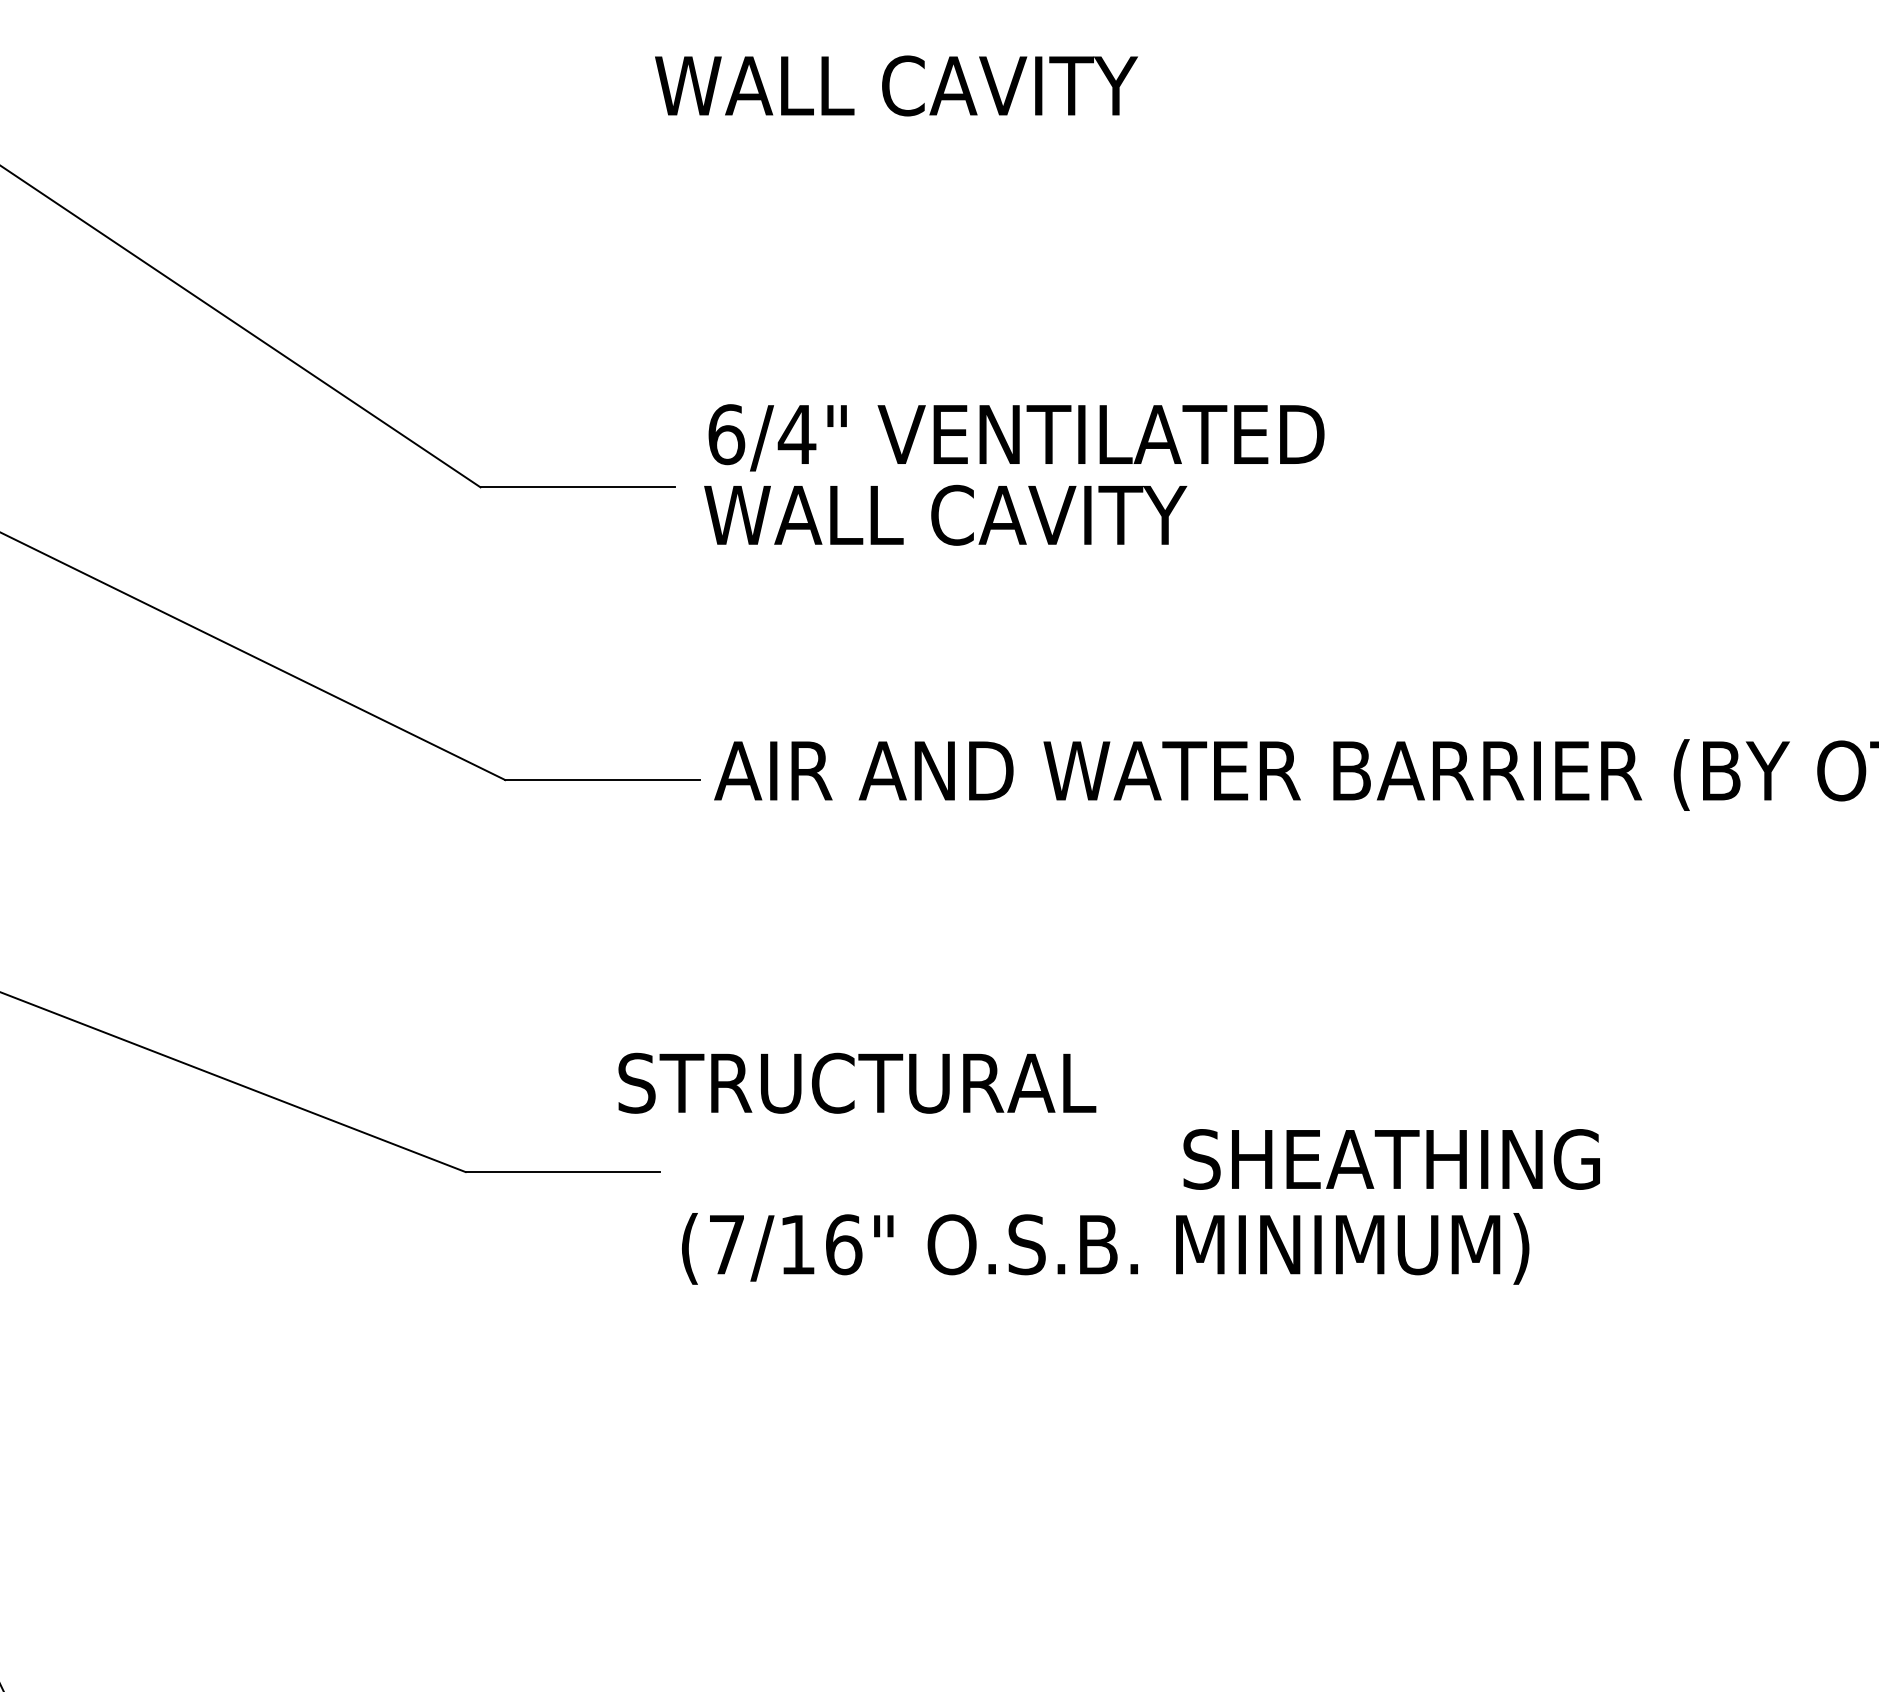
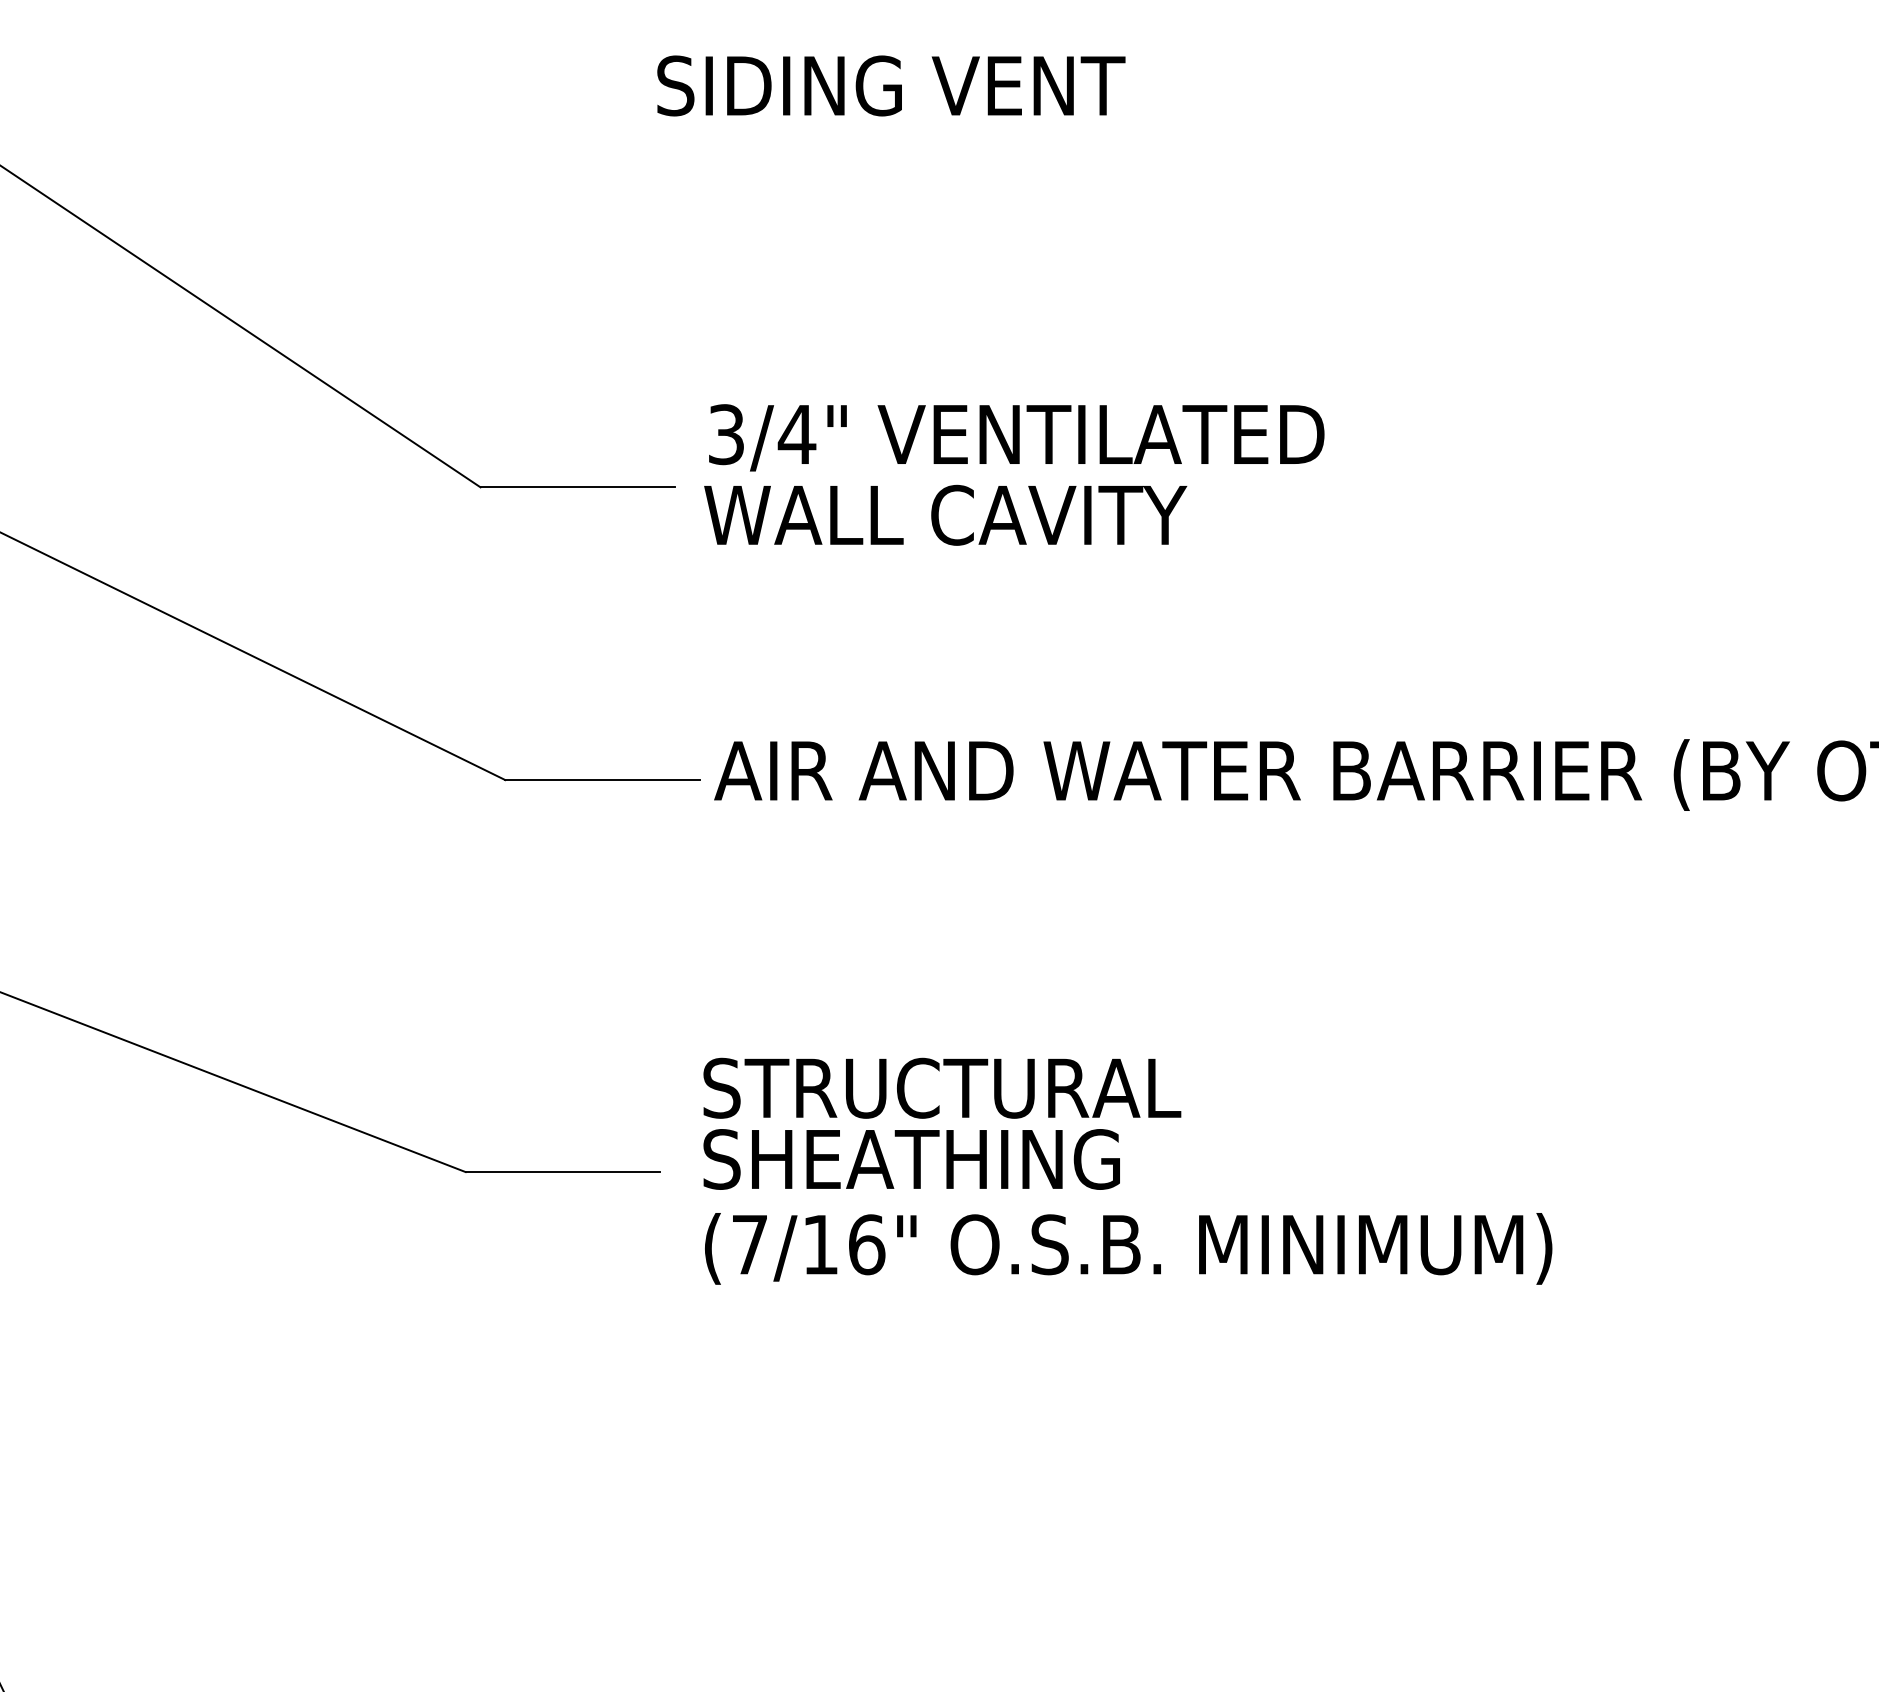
text at (896, 85): WALL CAVITY -> SIDING VENT
text at (726, 434): 6/4" -> 3/4"
text at (857, 1082) position: (857, 1082) -> (942, 1087)
text at (1391, 1159) position: (1391, 1159) -> (911, 1159)
text at (1105, 1248) position: (1105, 1248) -> (1128, 1248)
